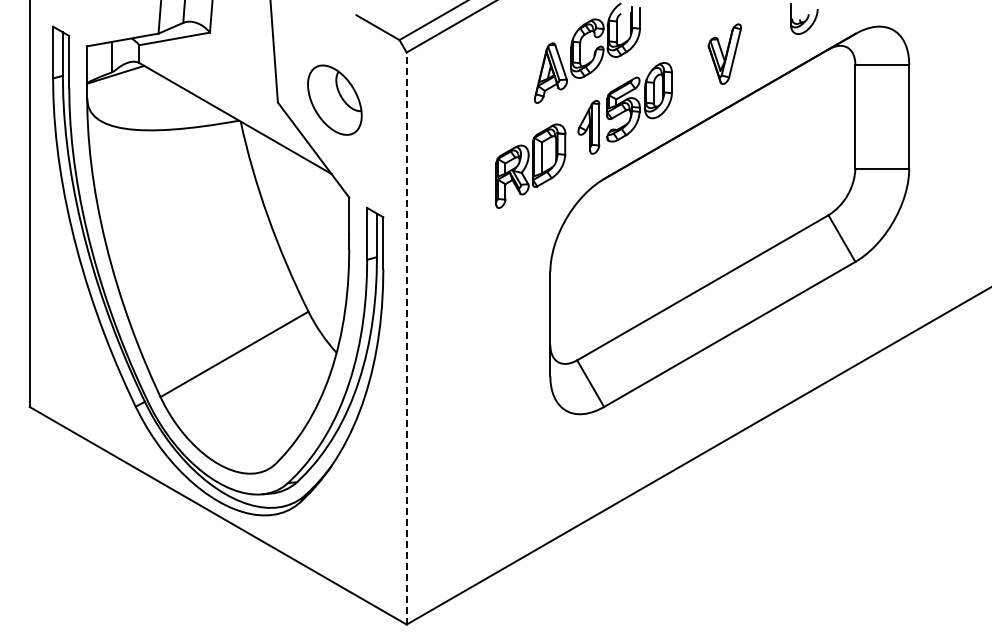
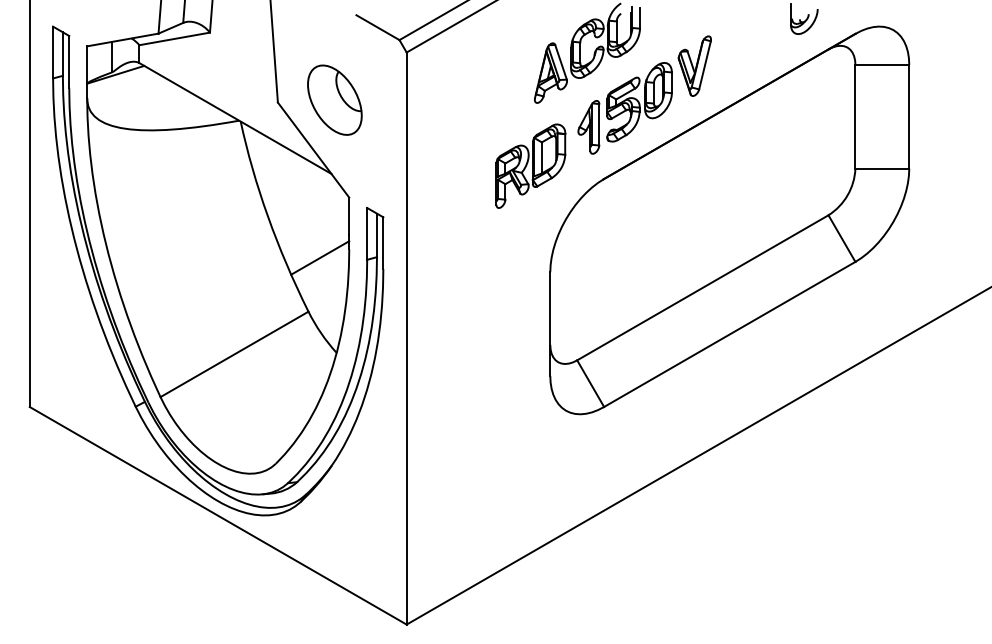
part at (724, 53) position: (724, 53) -> (694, 65)
line at (320, 257): none -> present
line at (406, 338): dashed -> solid
